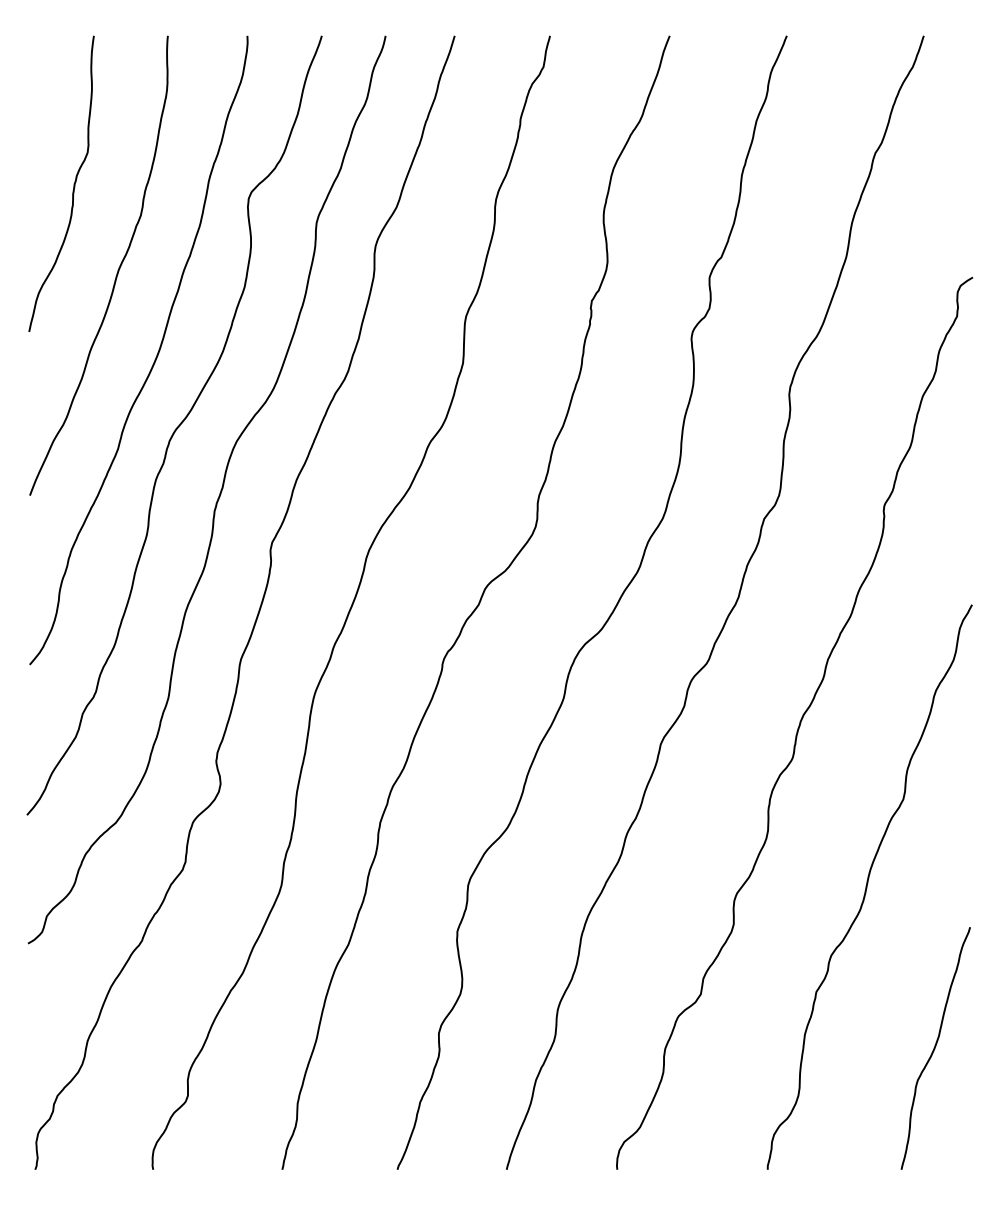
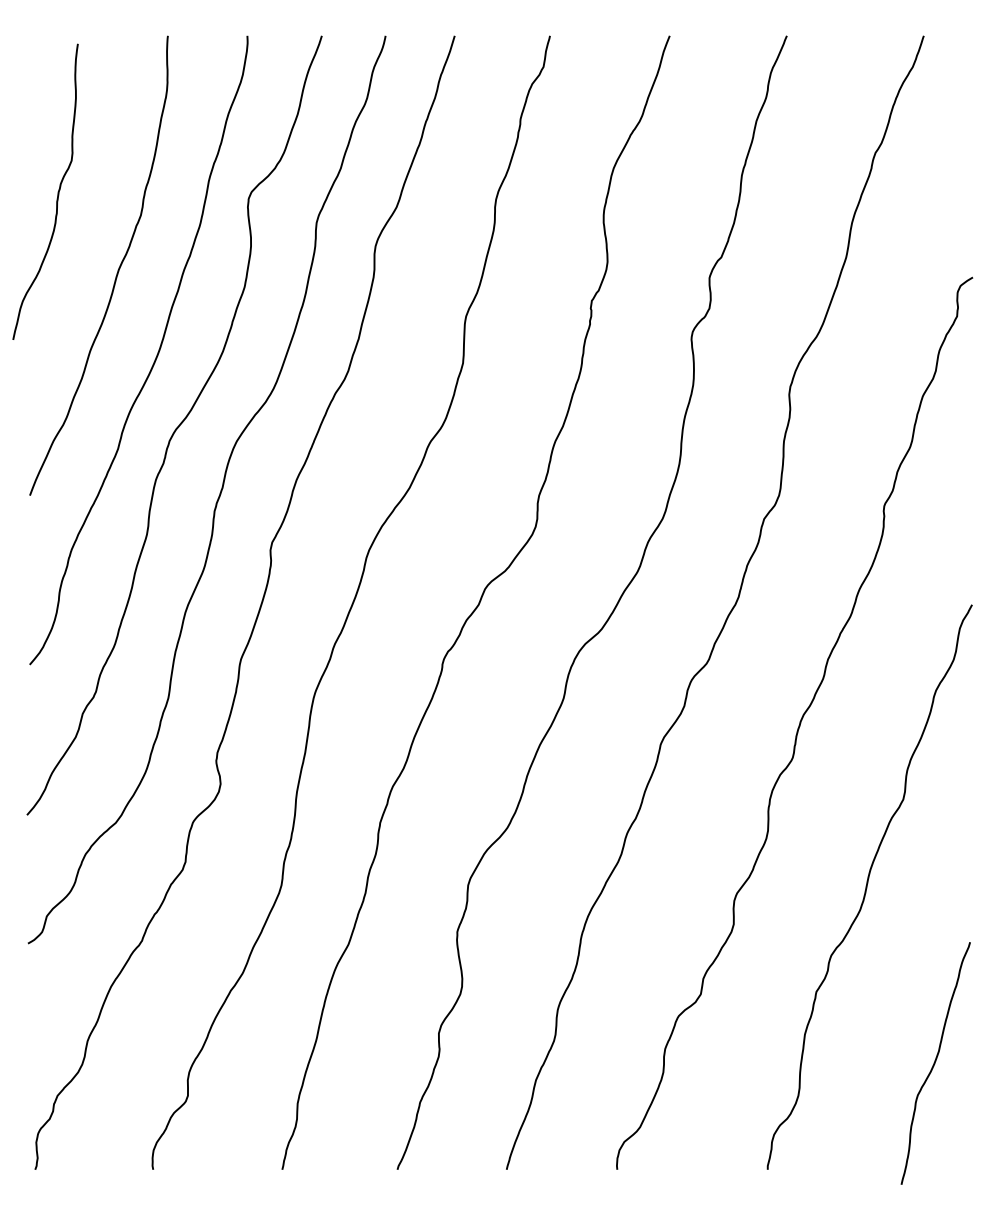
curve at (73, 183) position: (73, 183) -> (57, 191)
curve at (935, 1048) position: (935, 1048) -> (935, 1063)
